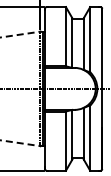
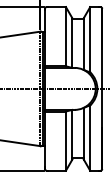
line at (20, 34): dashed -> solid
line at (20, 143): dashed -> solid
